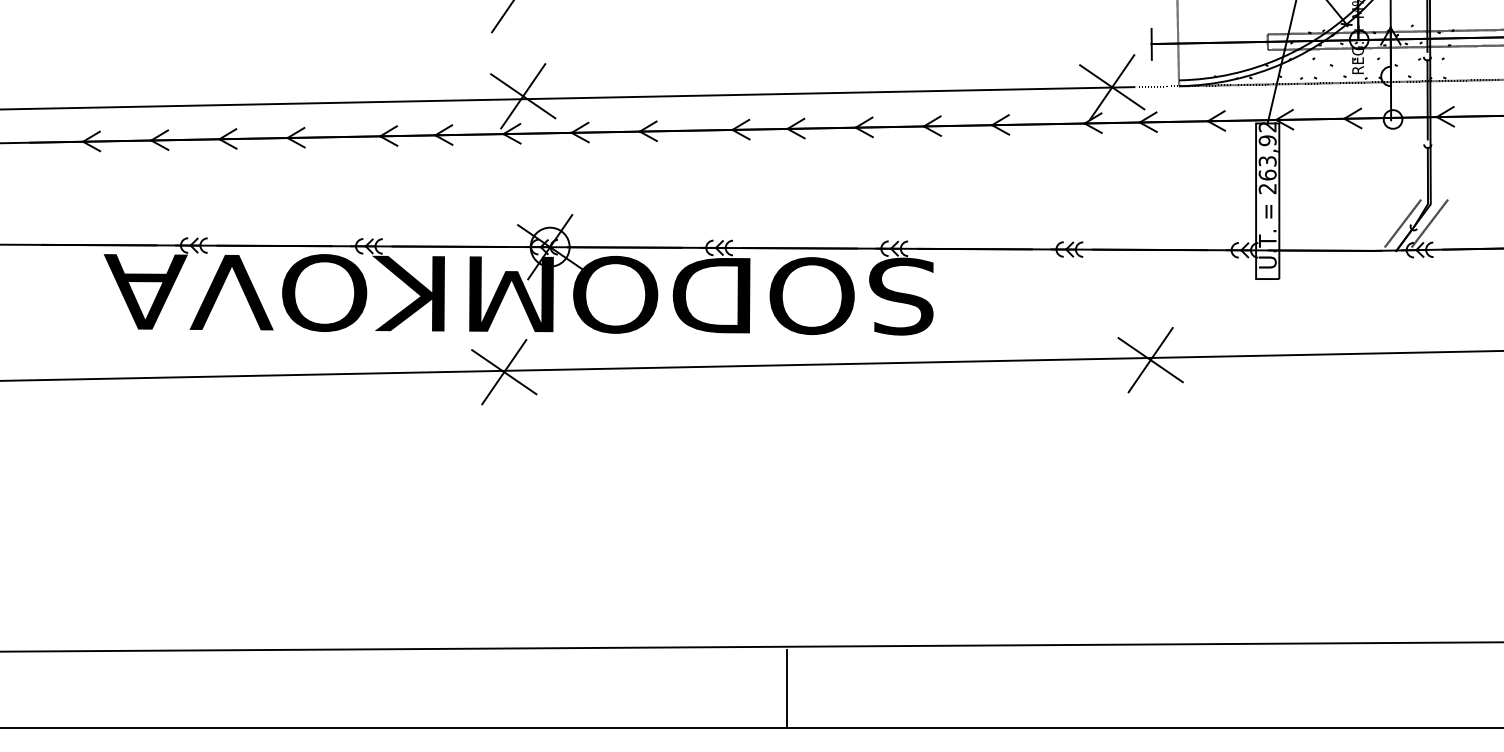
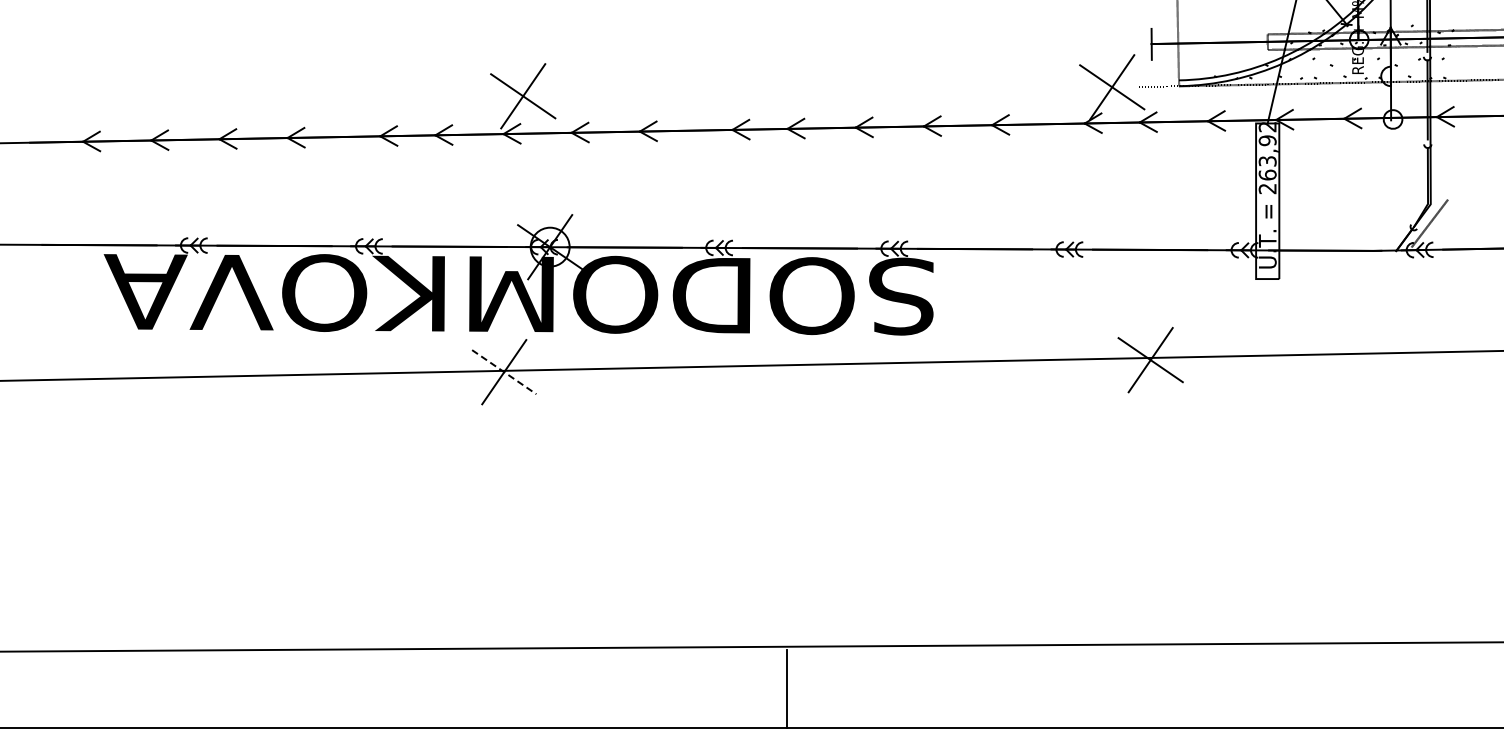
line at (502, 17): present -> none
line at (568, 98): present -> none
line at (1402, 223): present -> none
line at (504, 372): solid -> dashed
